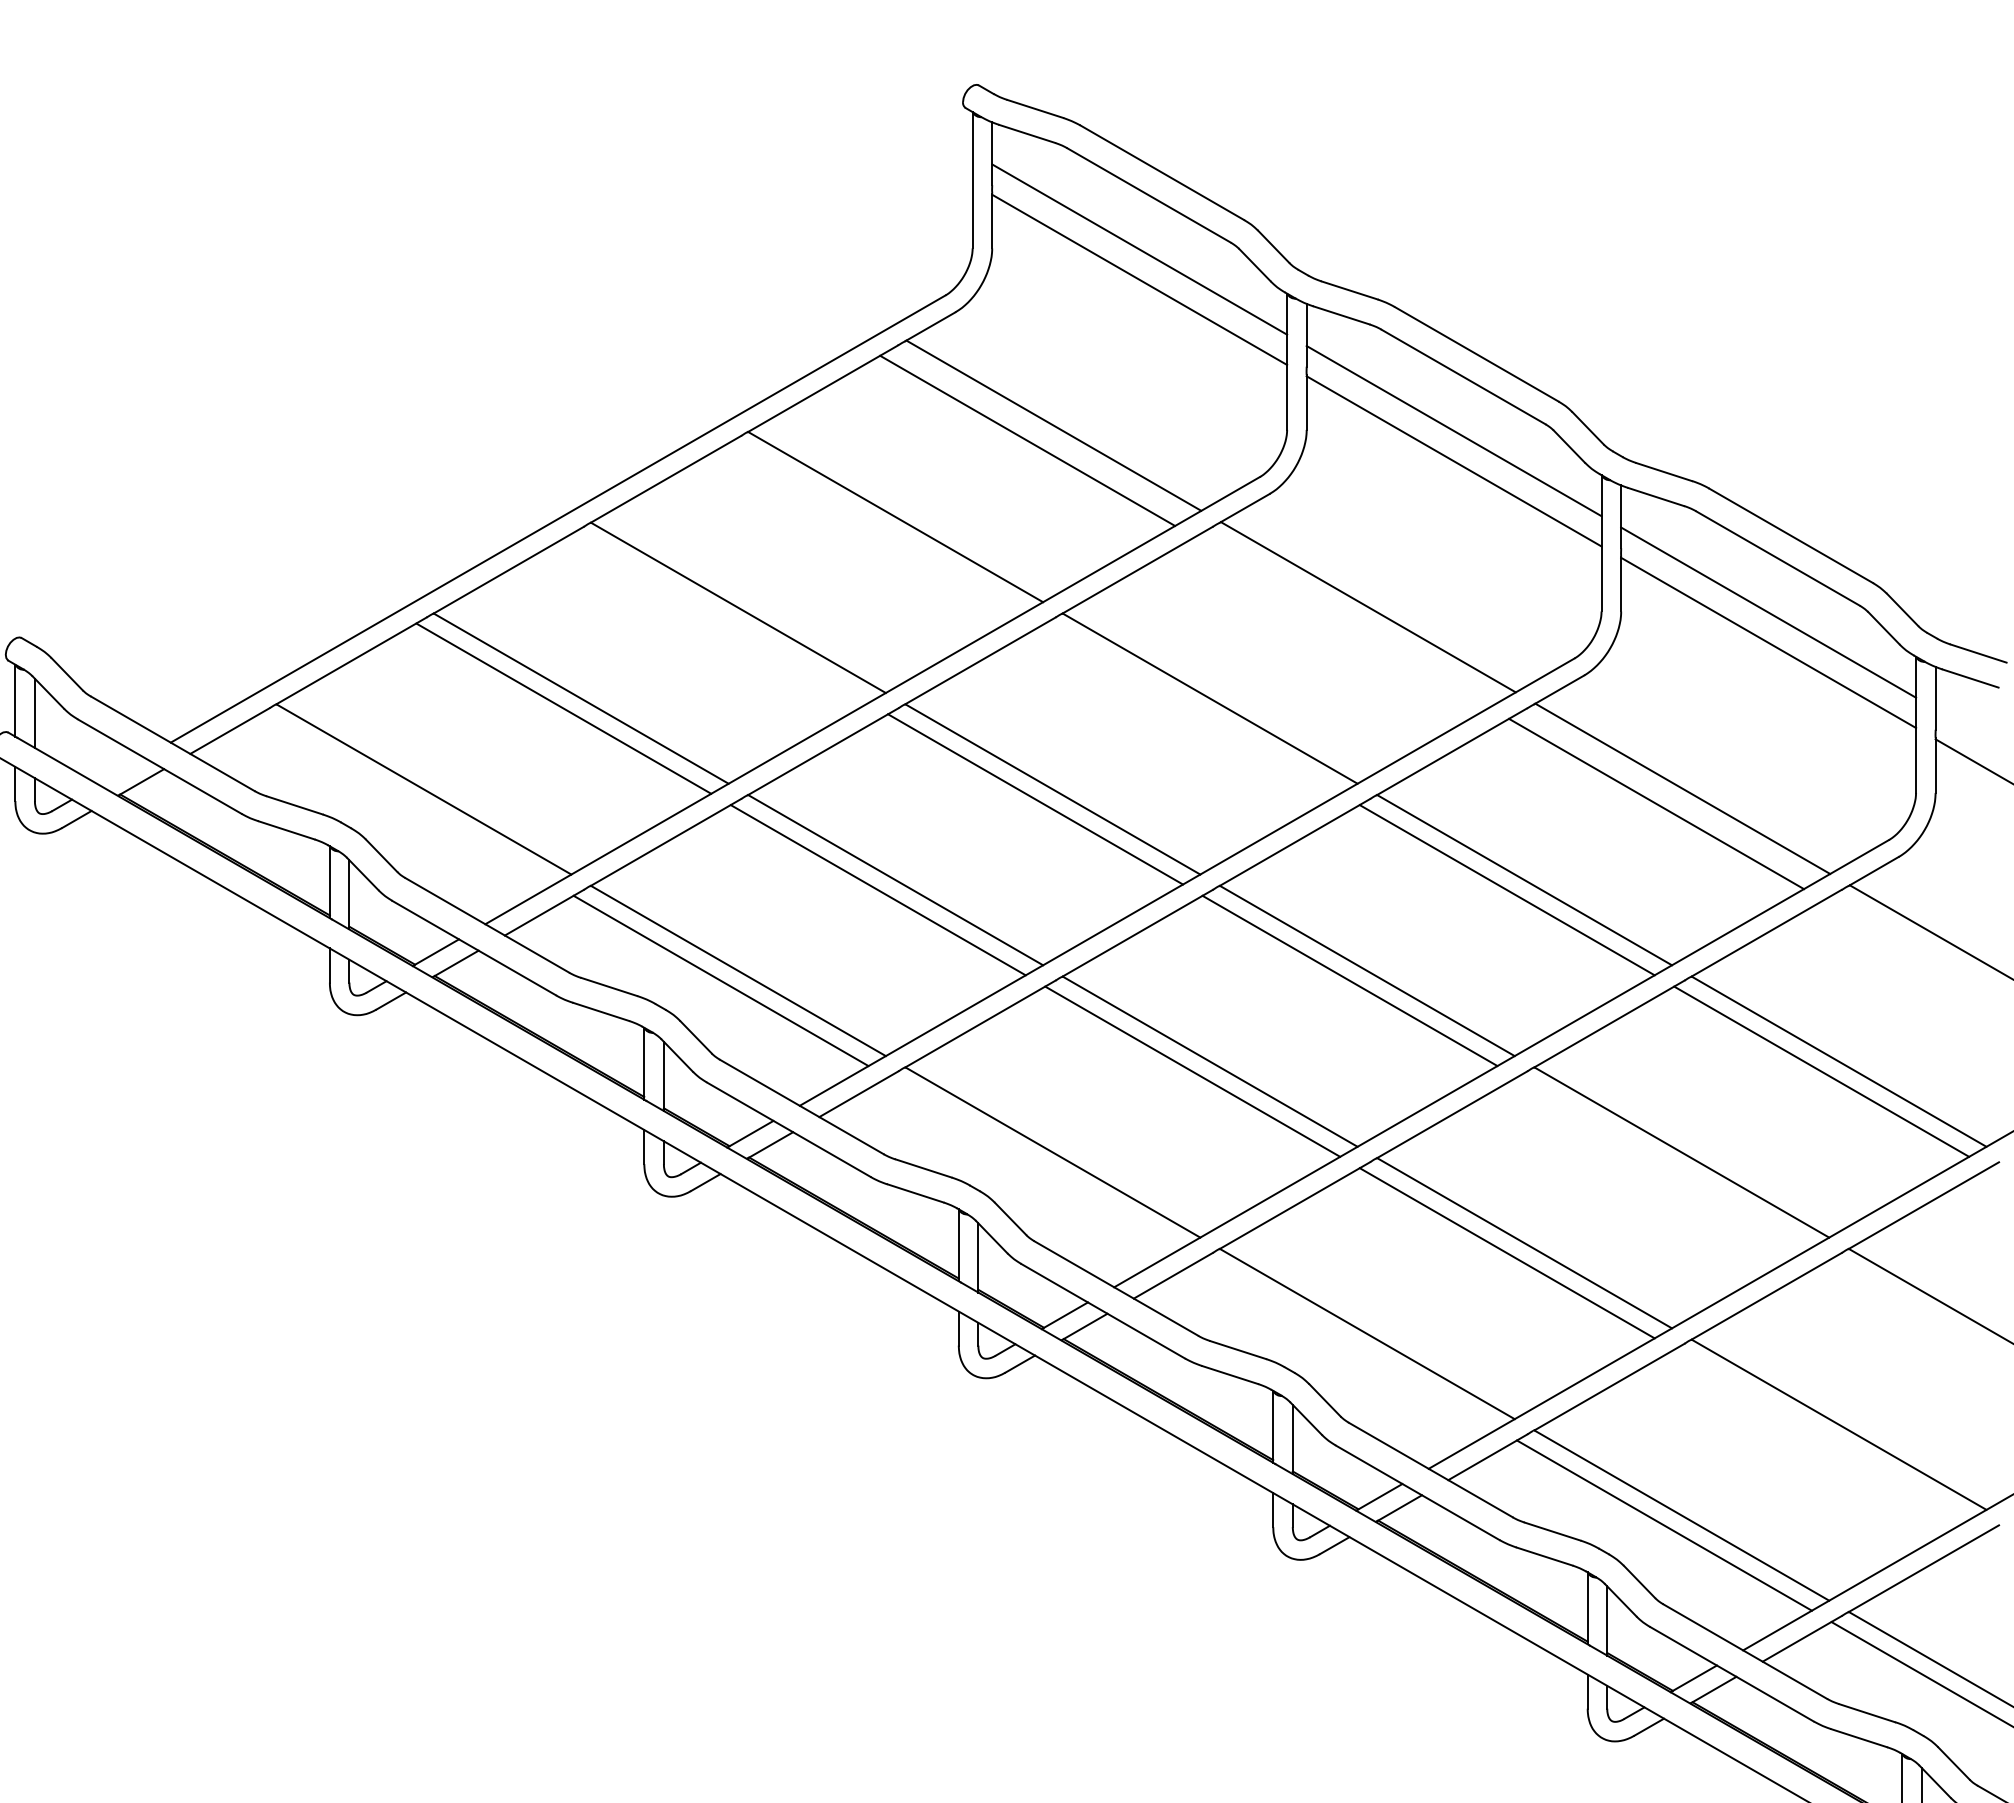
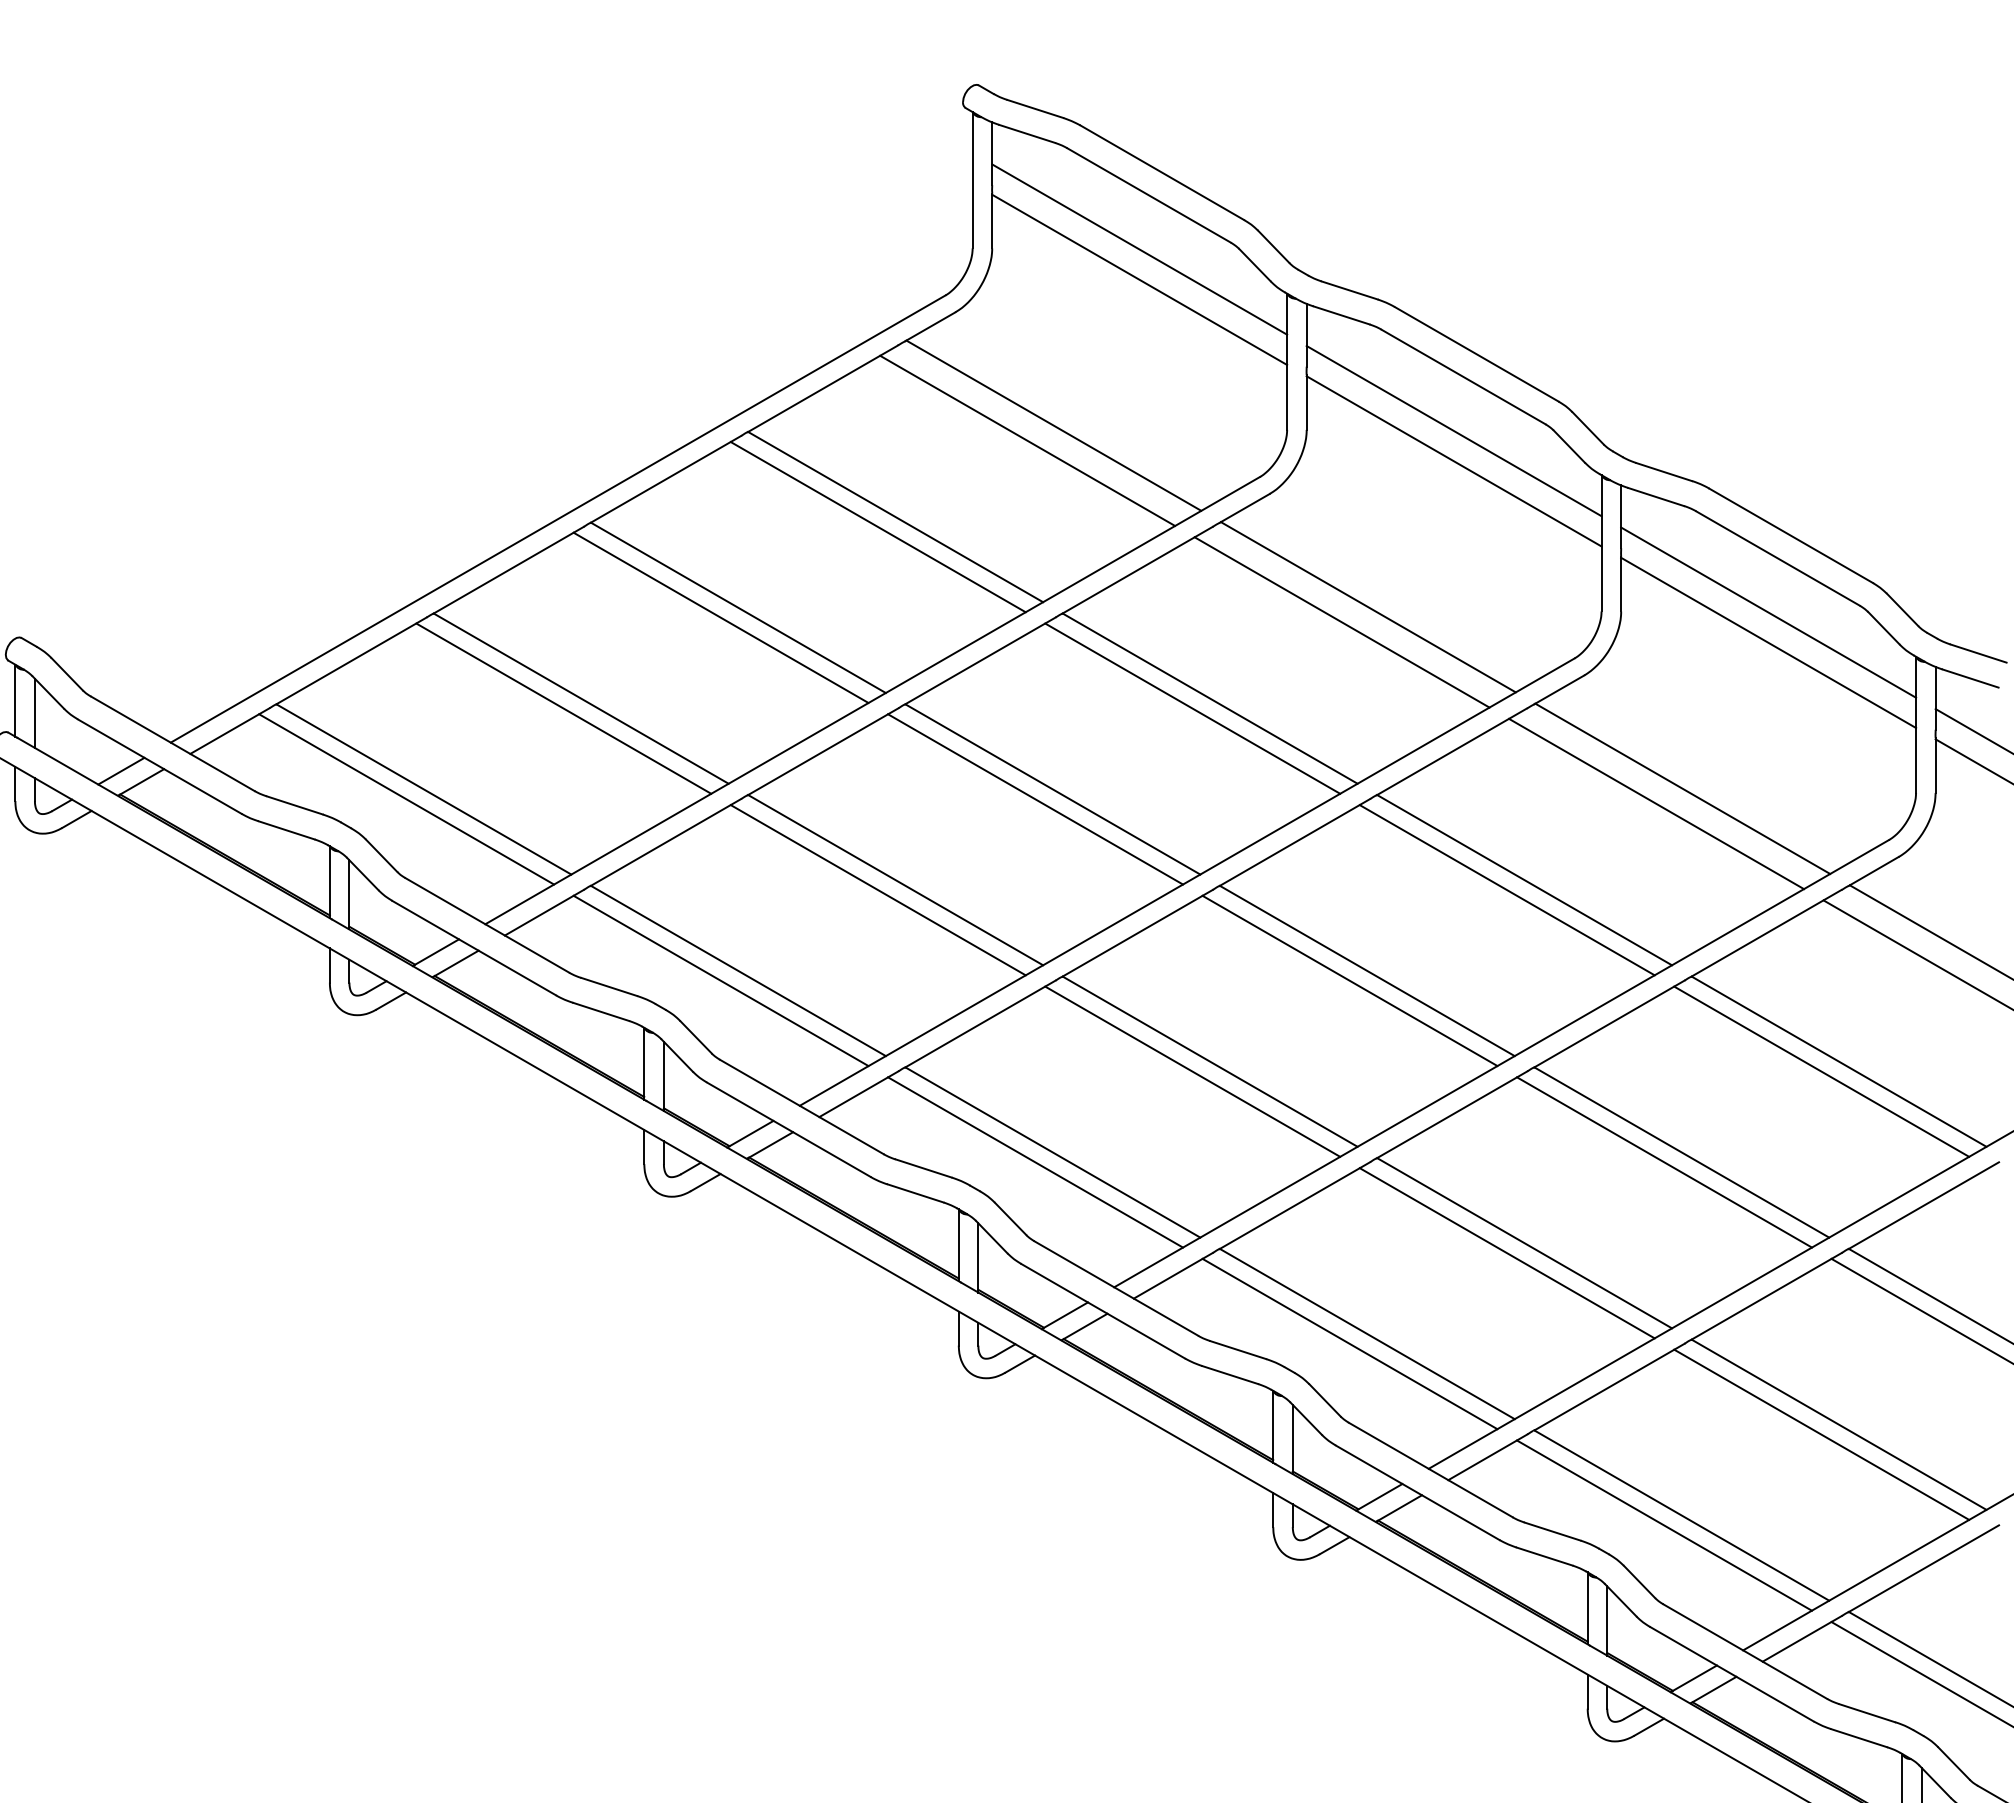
line at (877, 527): none -> present
line at (720, 617): none -> present
line at (1341, 622): none -> present
line at (1192, 708): none -> present
line at (1972, 730): none -> present
line at (121, 770): none -> present
line at (406, 799): none -> present
line at (1916, 954): none -> present
line at (1035, 1162): none -> present
line at (1664, 1162): none -> present
line at (1920, 1310): none -> present
line at (1349, 1343): none -> present
line at (1821, 1434): none -> present
